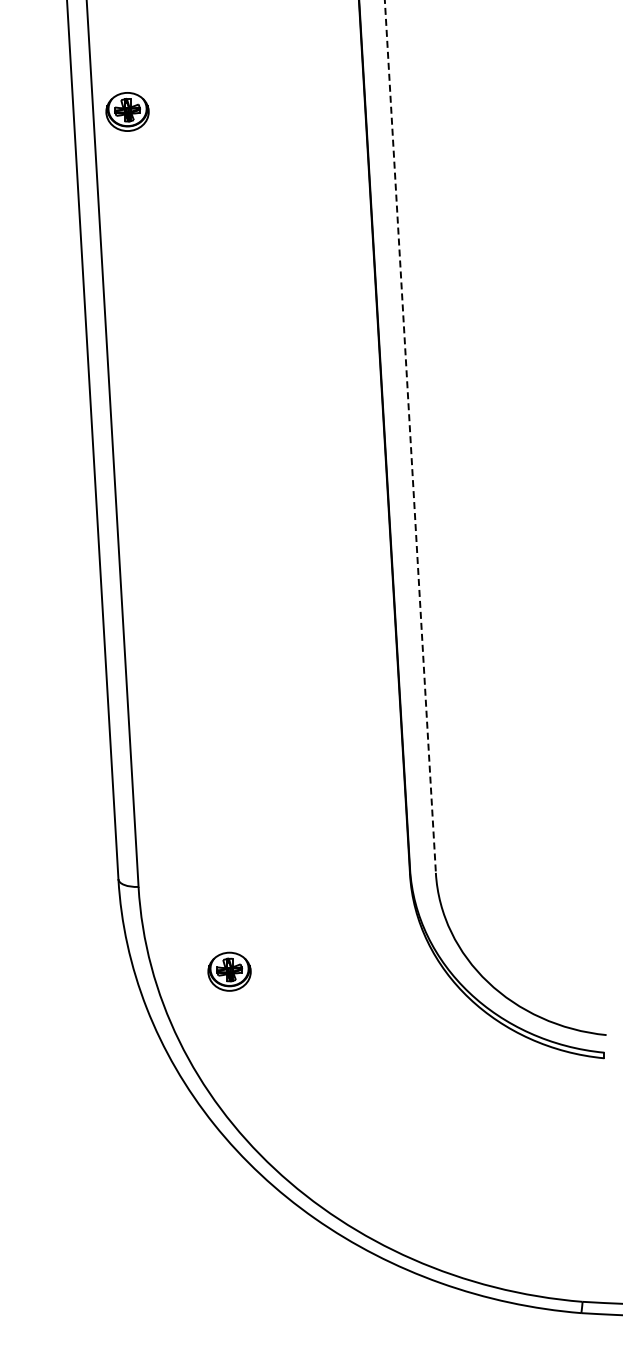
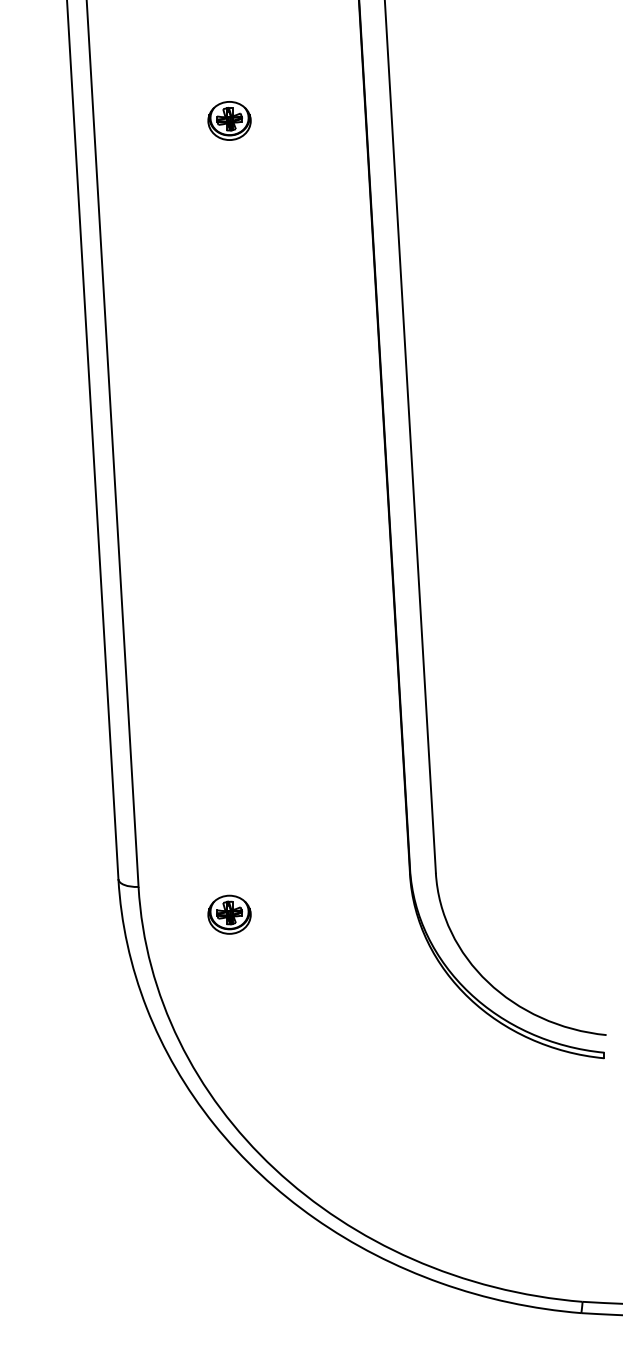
part at (127, 111) position: (127, 111) -> (229, 120)
line at (410, 436): dashed -> solid
part at (229, 971) position: (229, 971) -> (229, 914)
